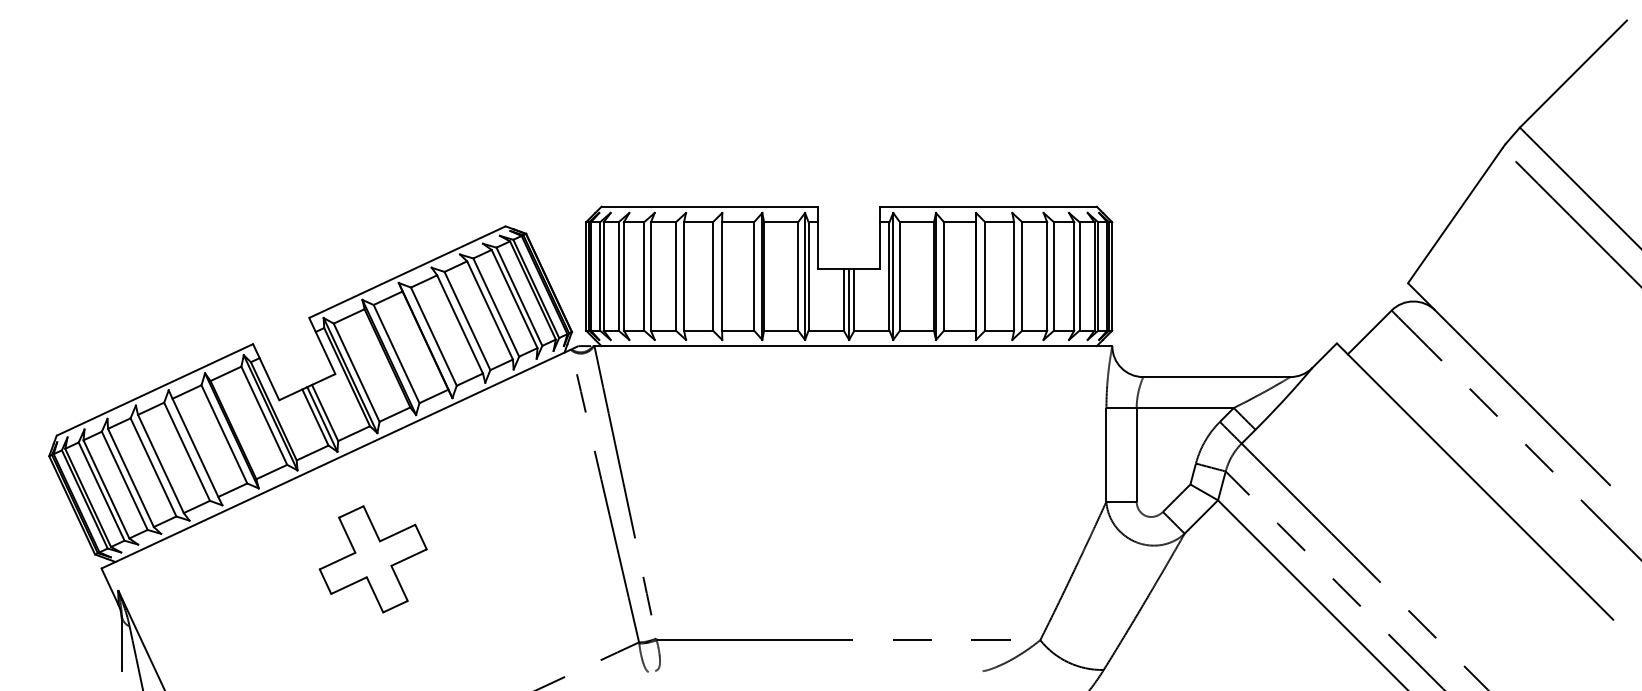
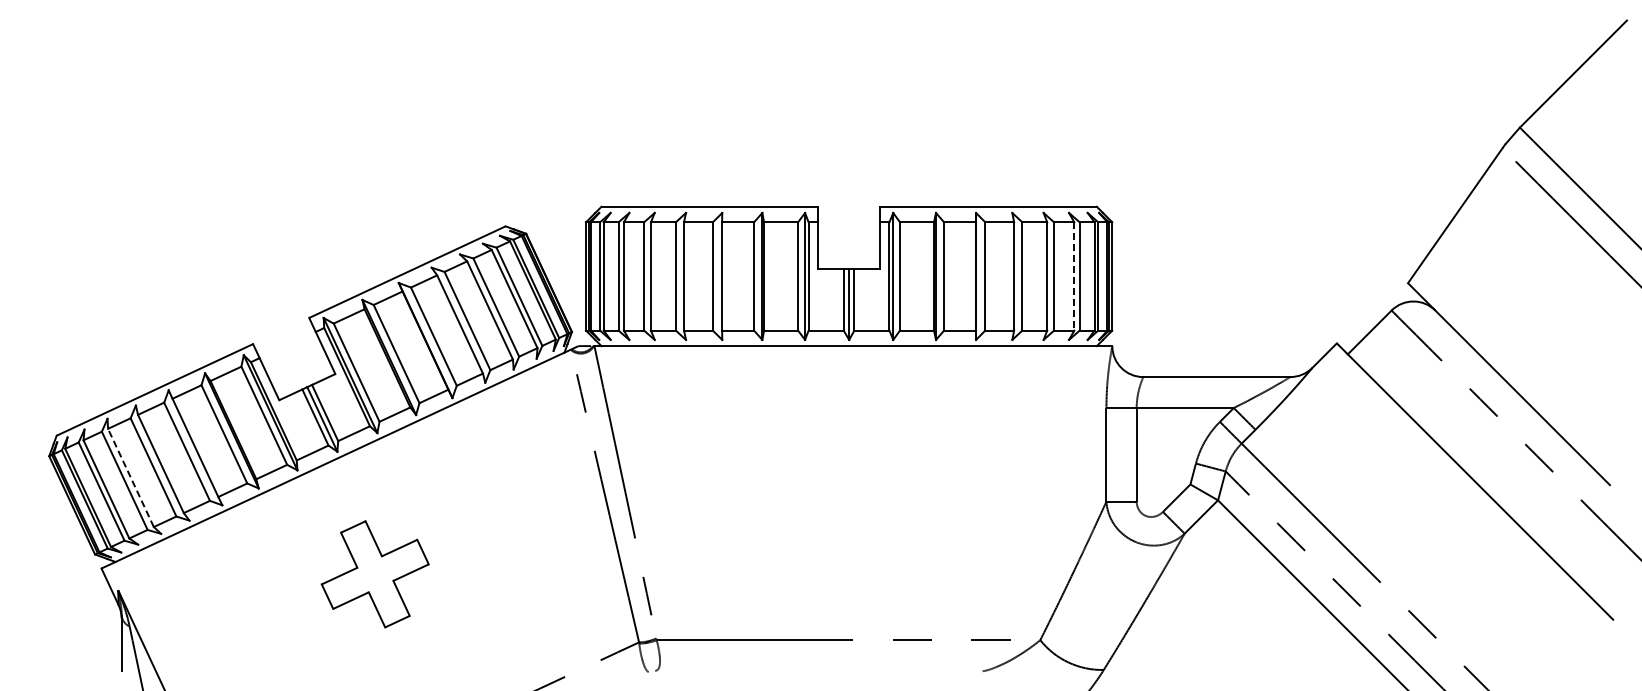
line at (1074, 276): solid -> dashed
line at (130, 477): solid -> dashed
part at (372, 559) position: (372, 559) -> (374, 574)
